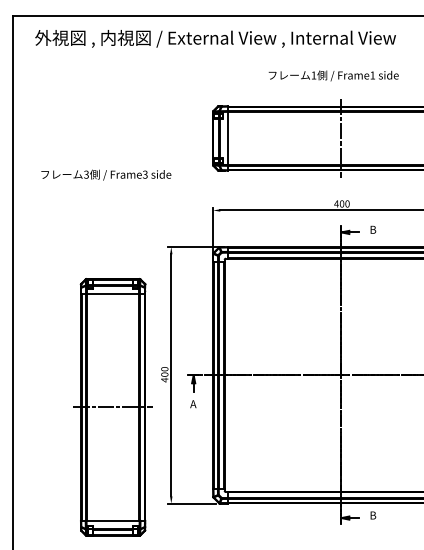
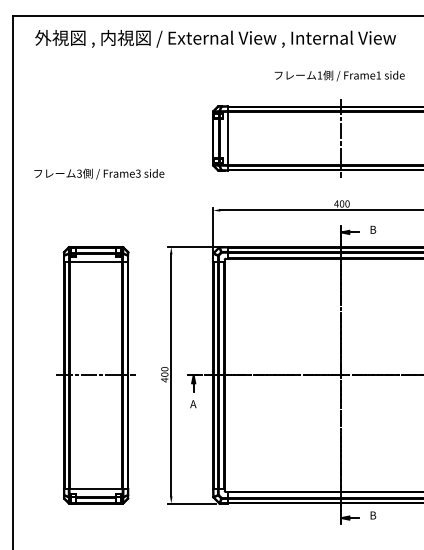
text at (333, 75) position: (333, 75) -> (339, 75)
text at (106, 174) position: (106, 174) -> (99, 173)
part at (112, 407) position: (112, 407) -> (95, 375)
